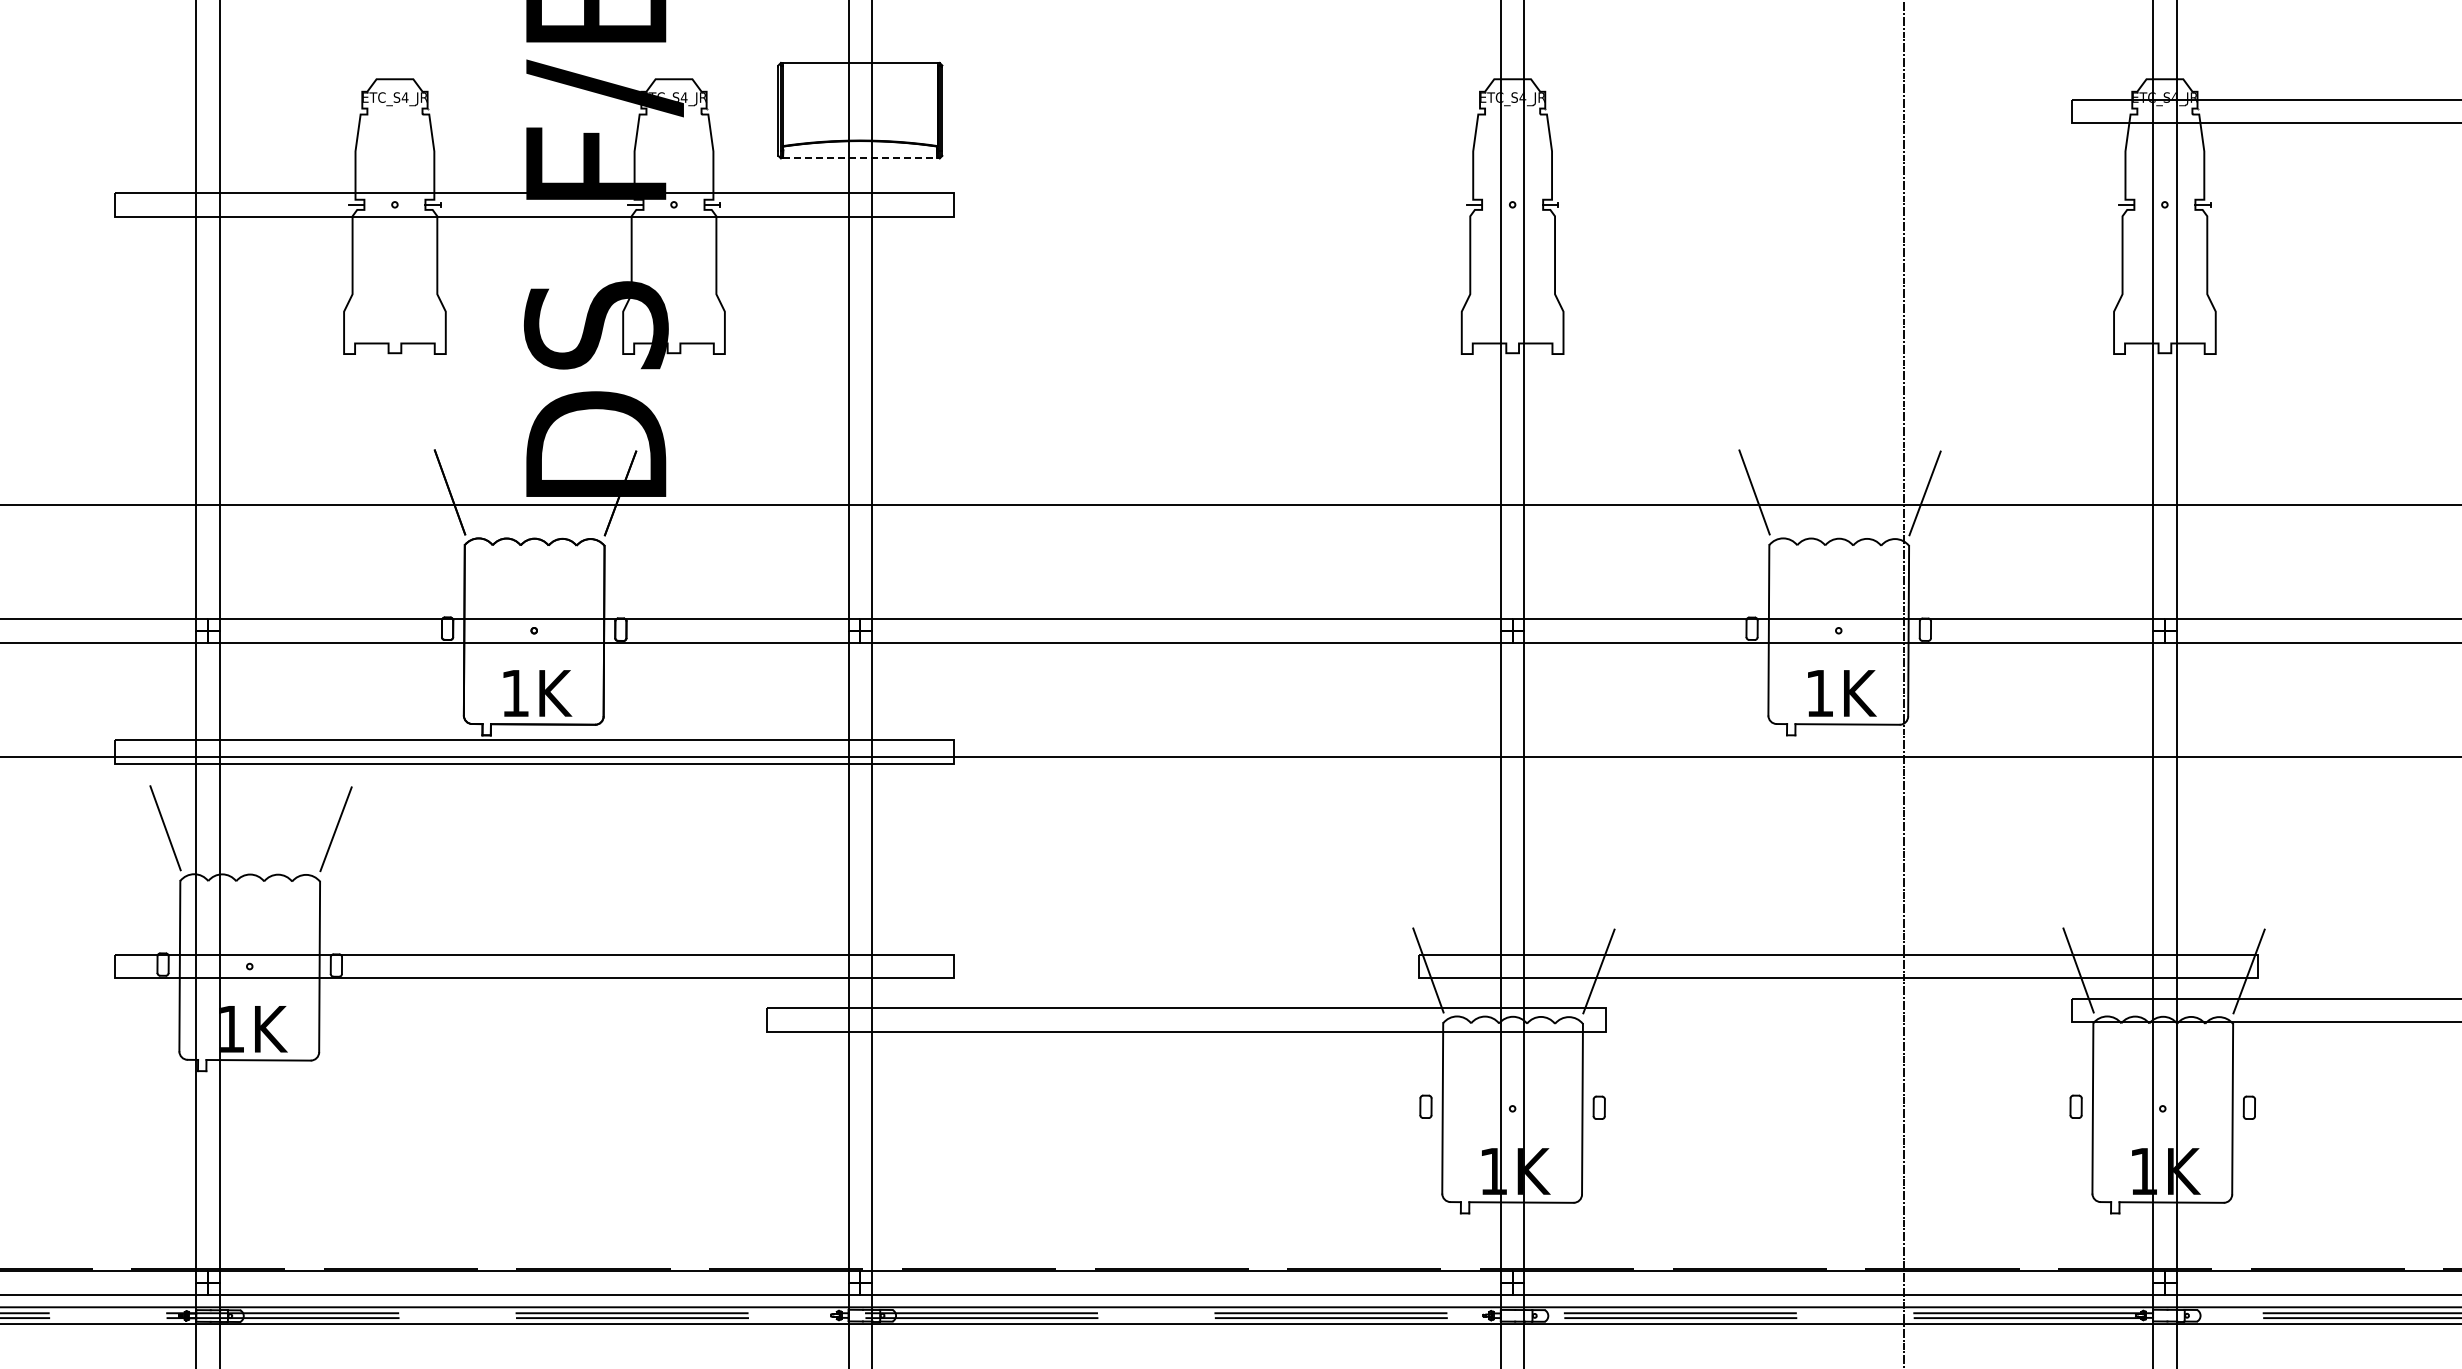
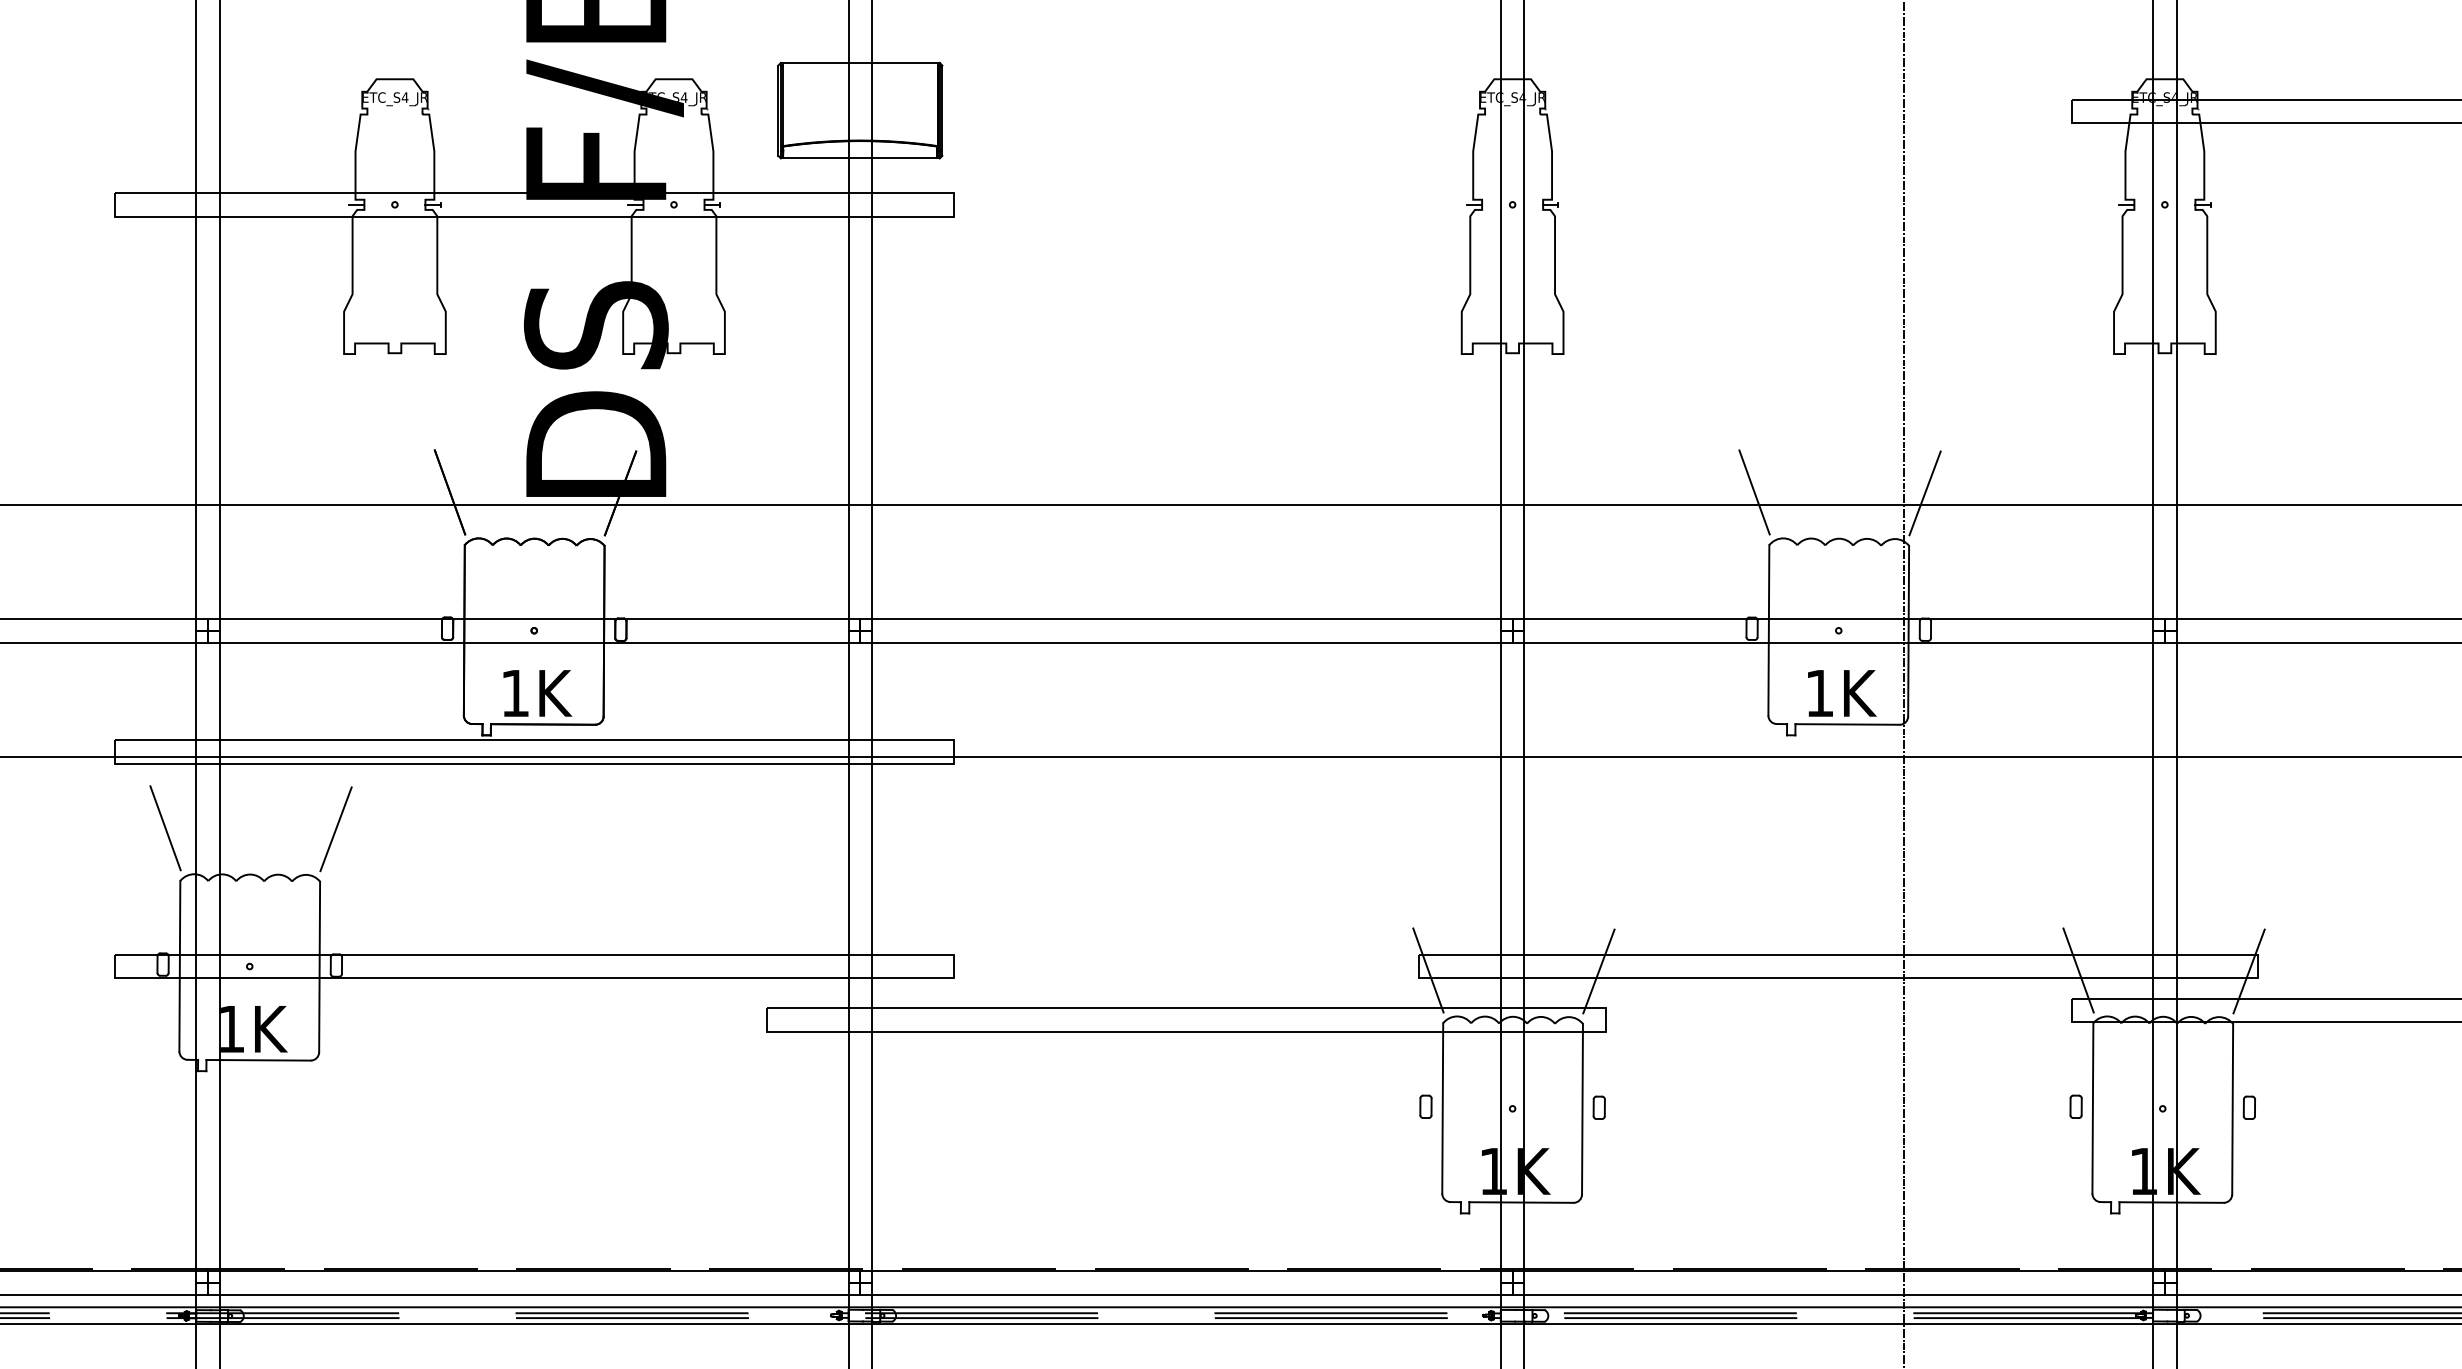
line at (860, 158): dashed -> solid
